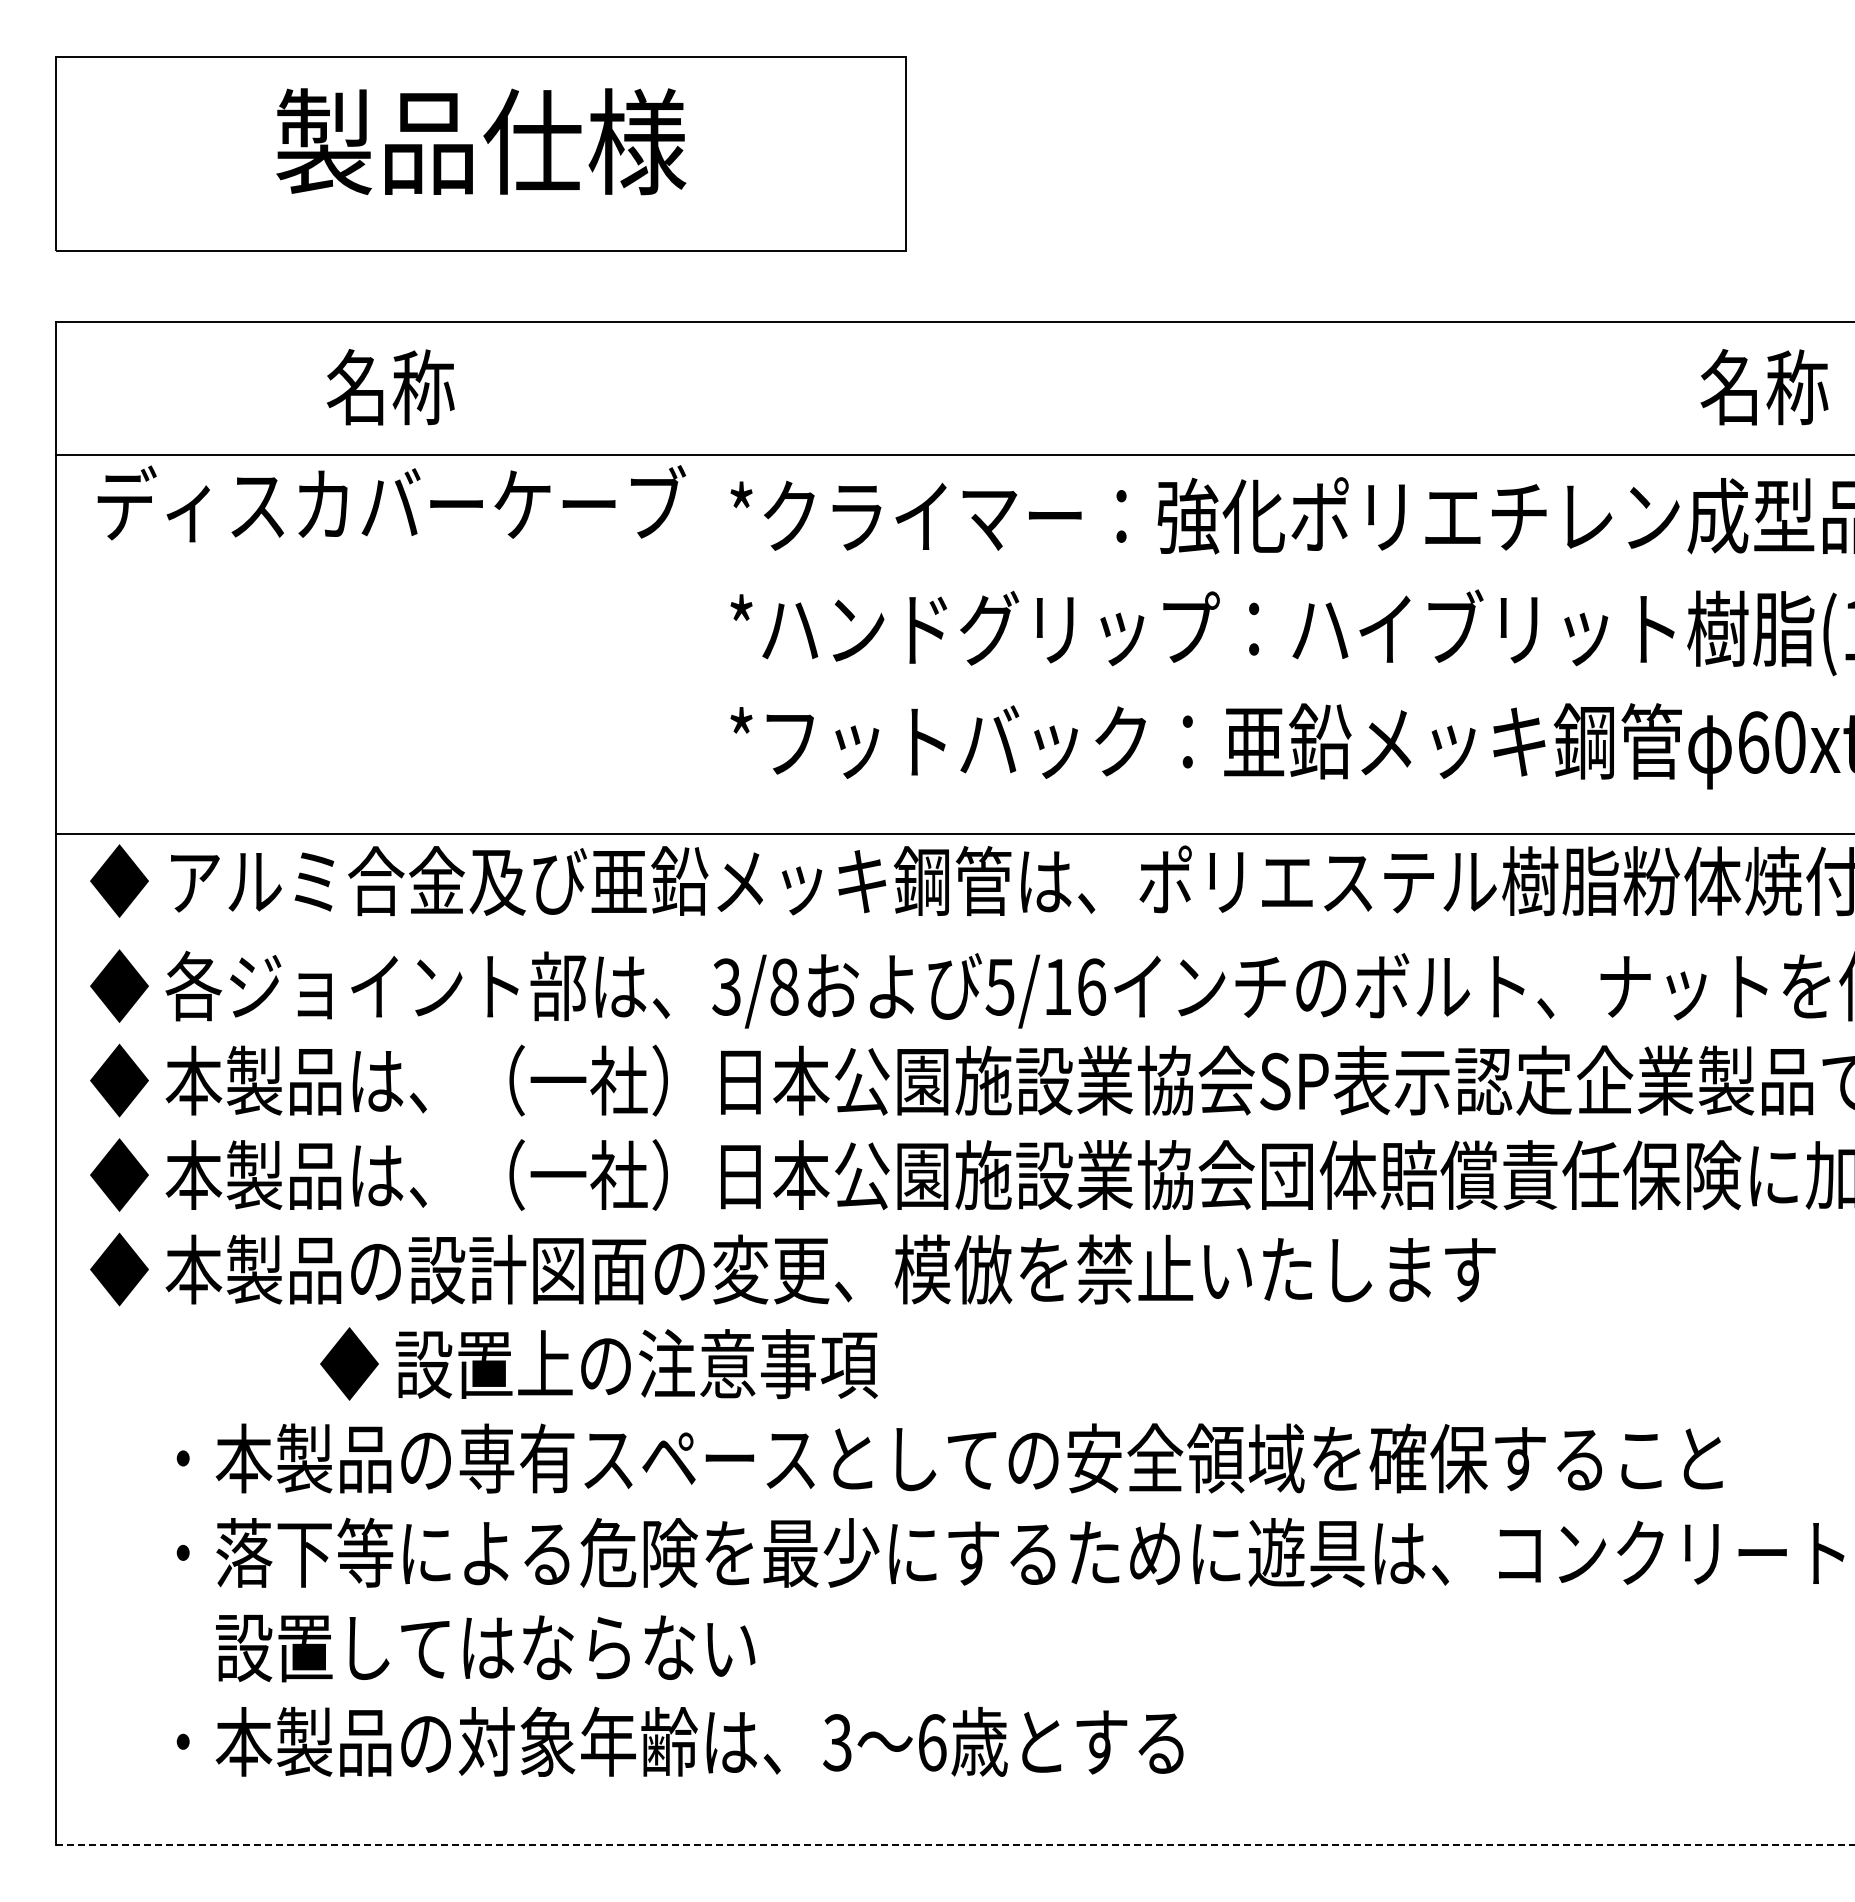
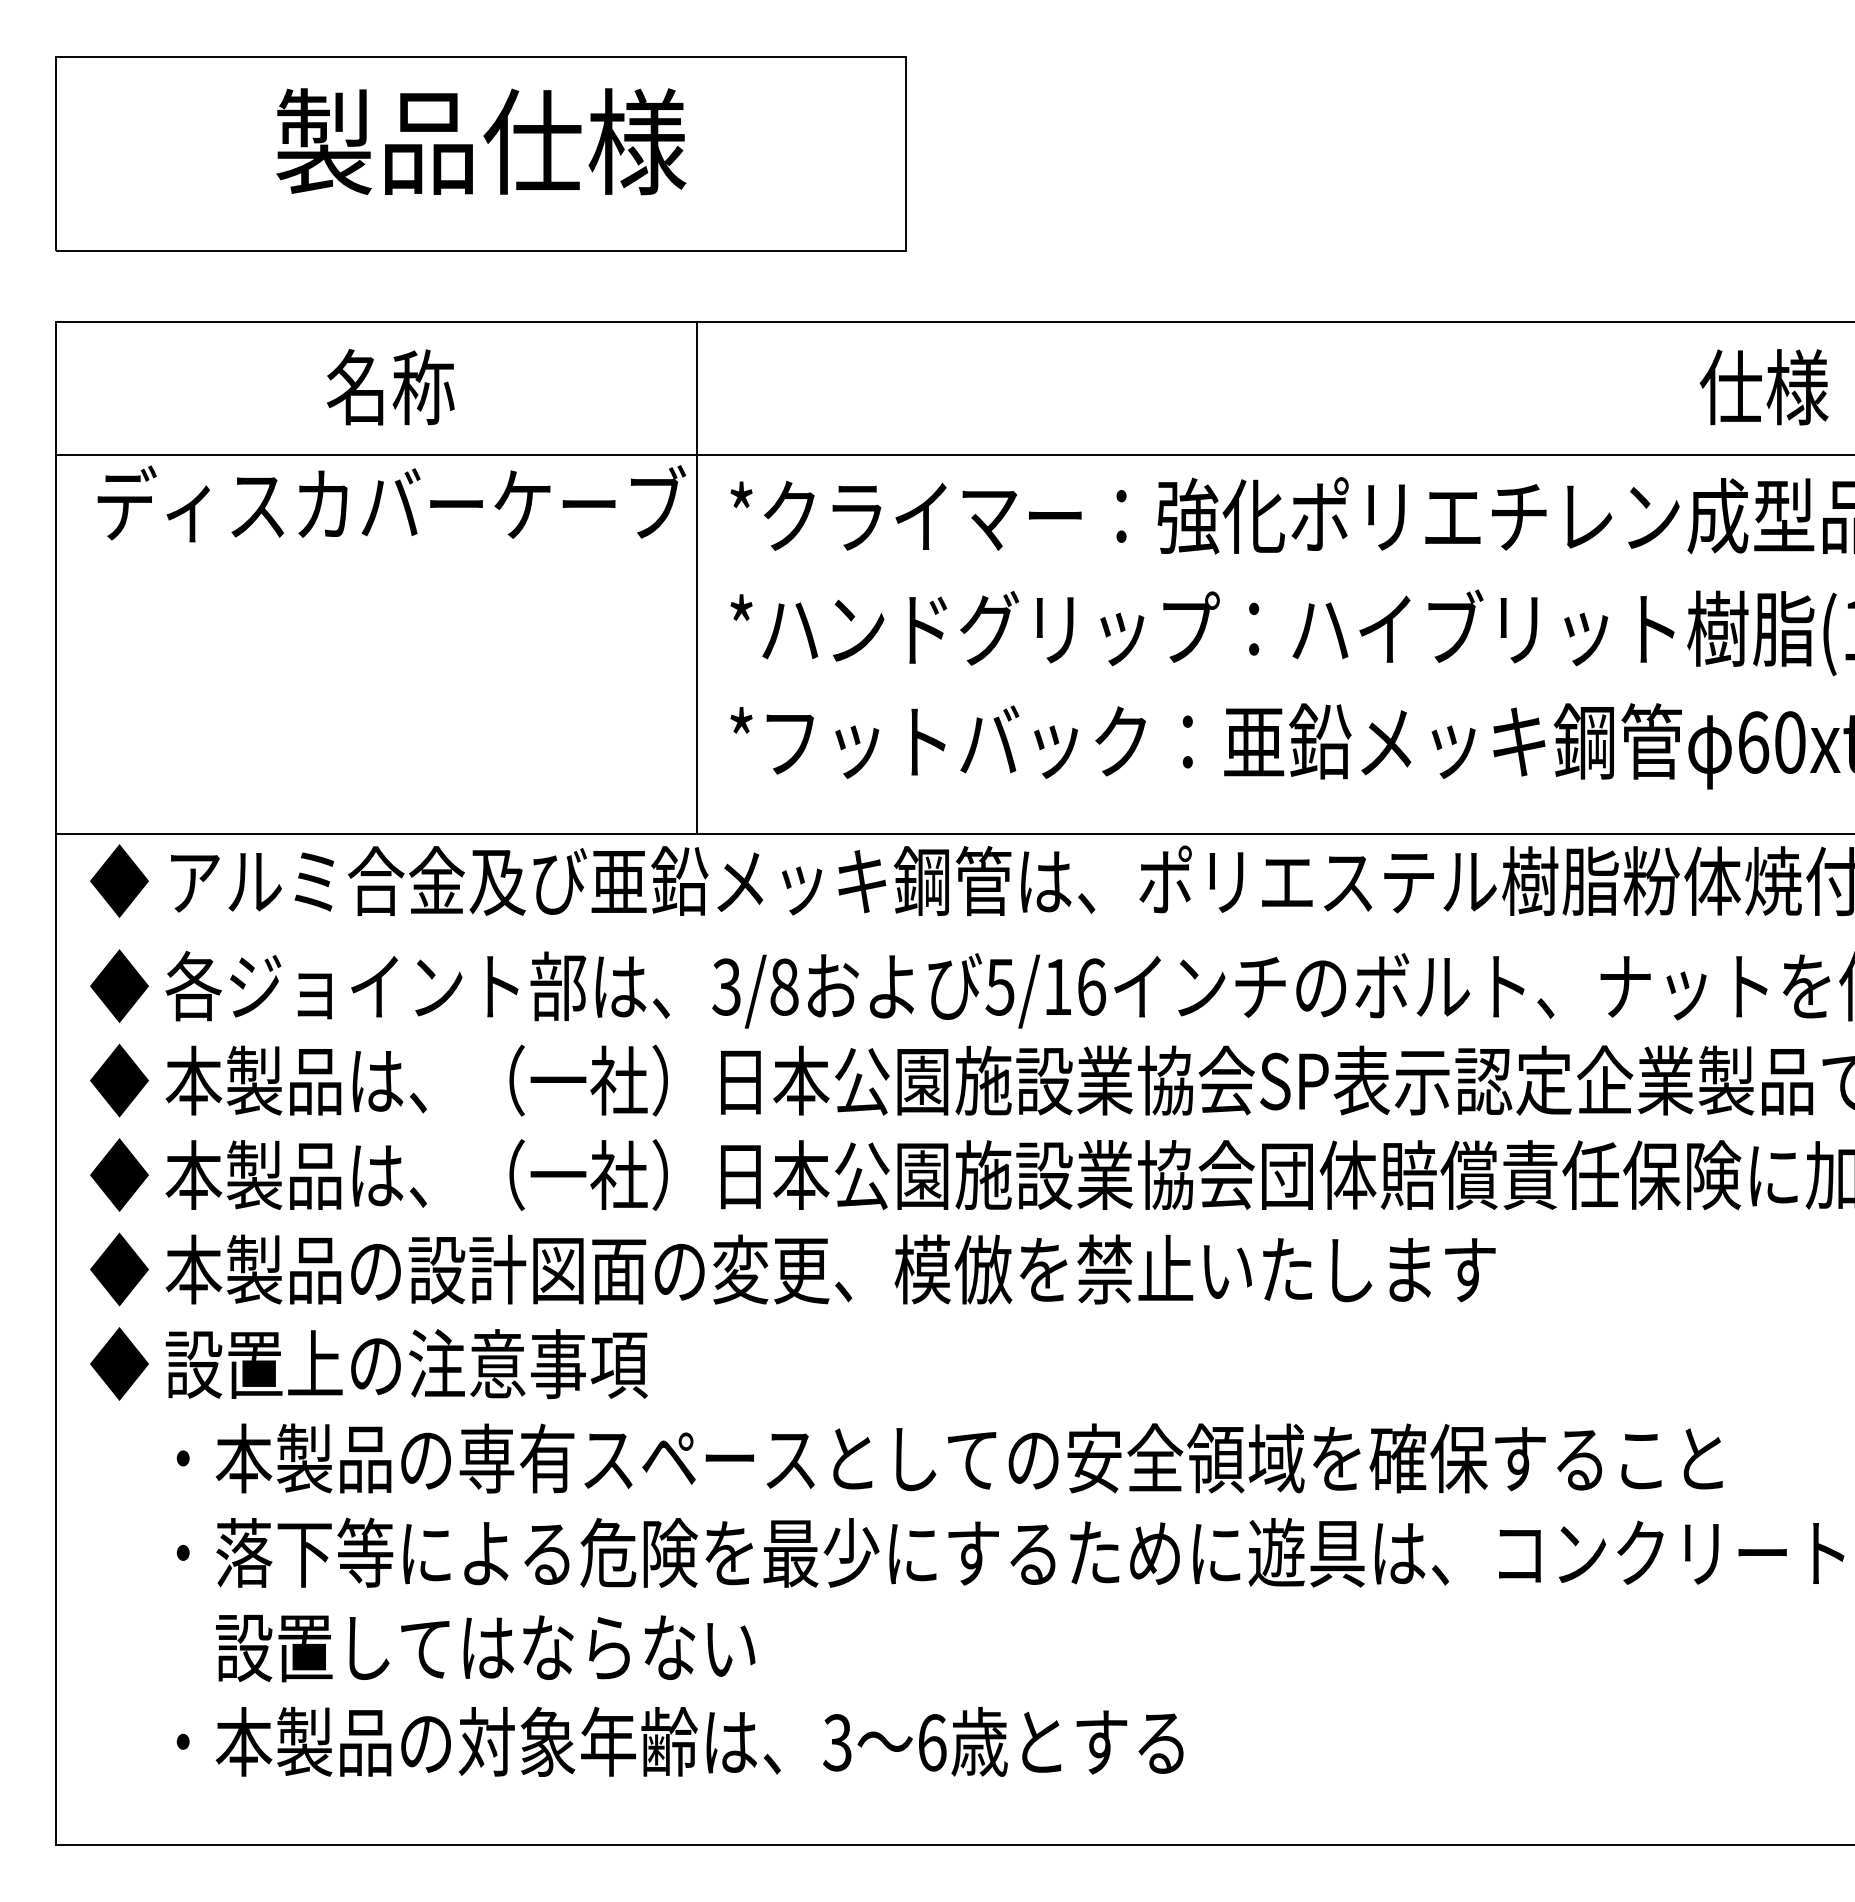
text at (1763, 387): 名称 -> 仕様
line at (696, 577): none -> present
text at (598, 1363) position: (598, 1363) -> (368, 1363)
line at (955, 1844): dashed -> solid
